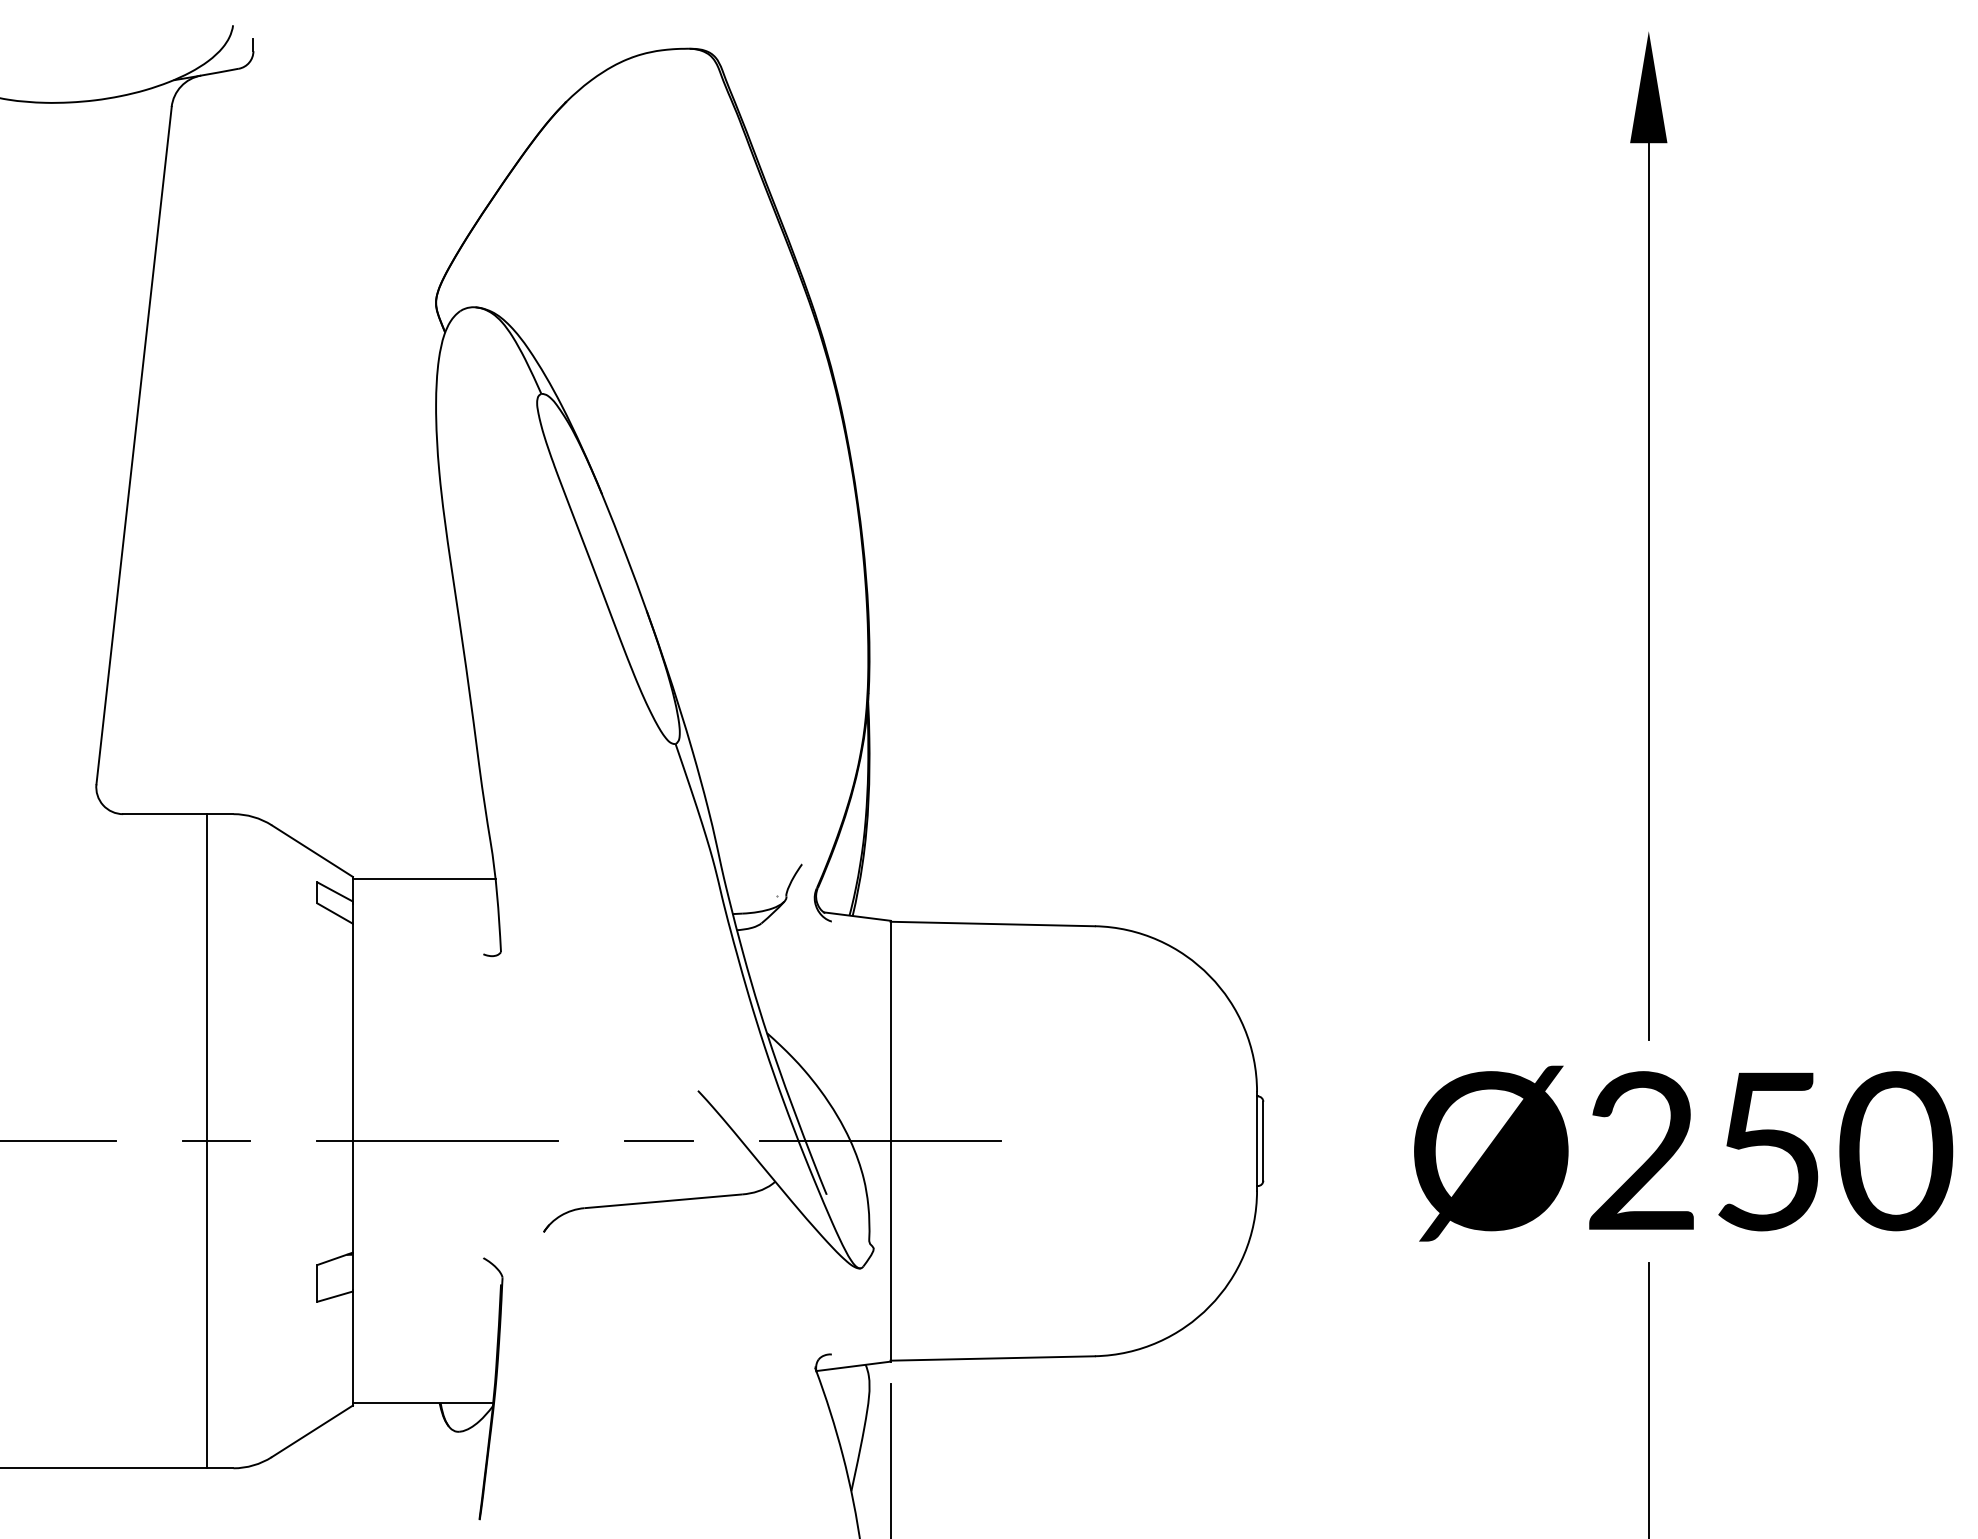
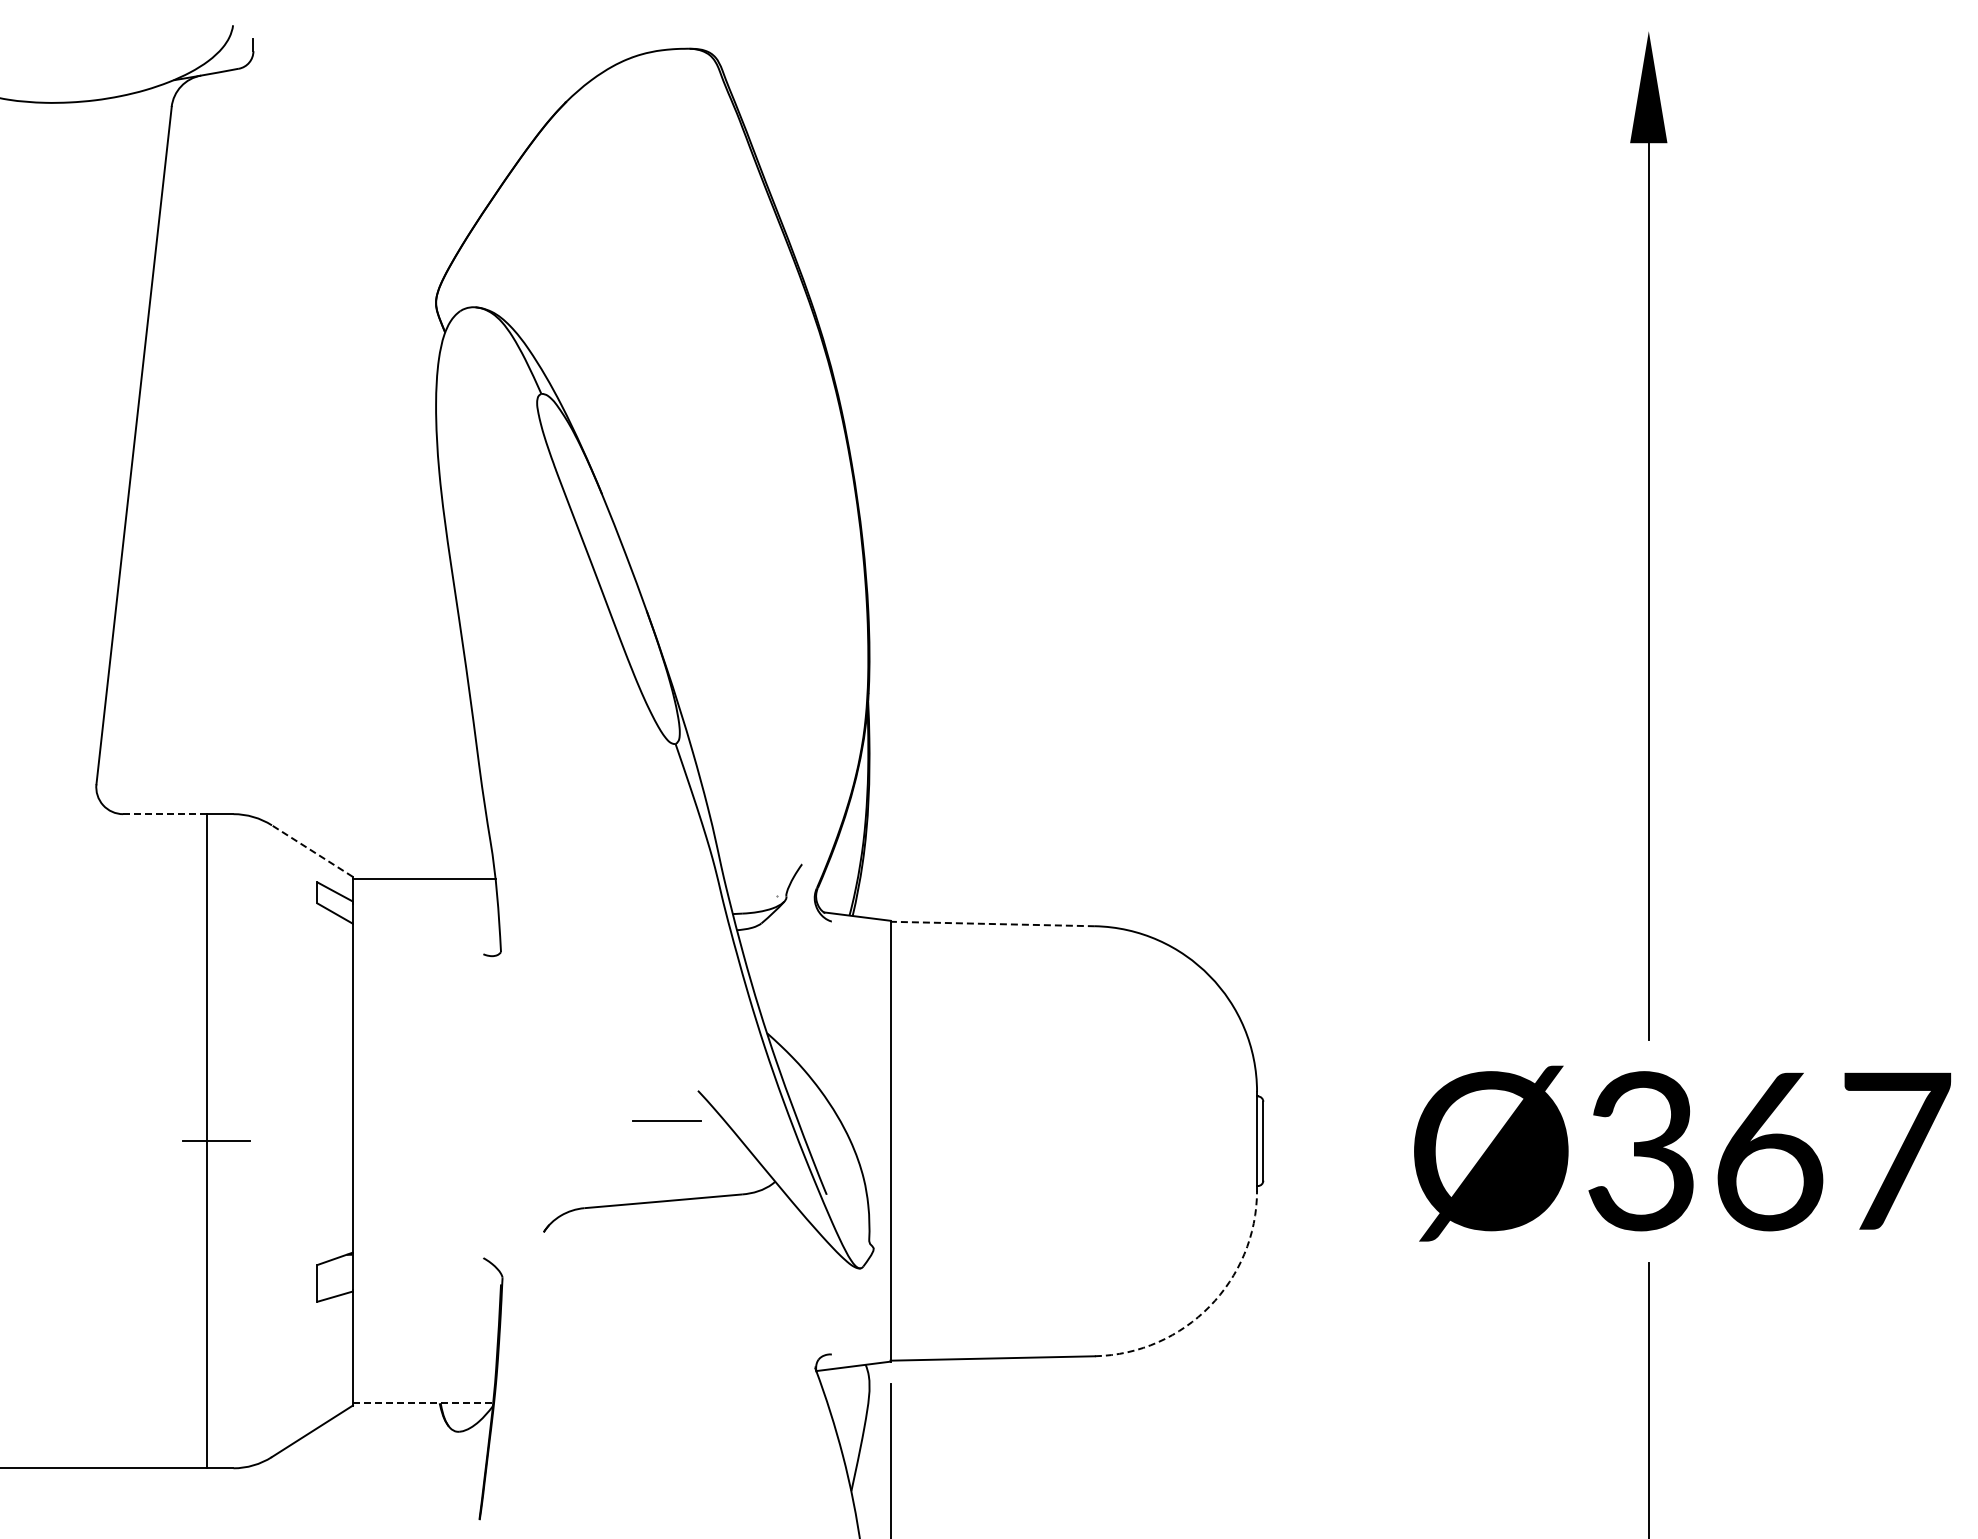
line at (165, 814): solid -> dashed
line at (312, 850): solid -> dashed
line at (992, 924): solid -> dashed
line at (658, 1140) position: (658, 1140) -> (666, 1120)
line at (58, 1141): present -> none
line at (437, 1141): present -> none
line at (879, 1141): present -> none
text at (1770, 1151): Ø250 -> Ø367
arc at (1209, 1306): solid -> dashed
line at (423, 1403): solid -> dashed
